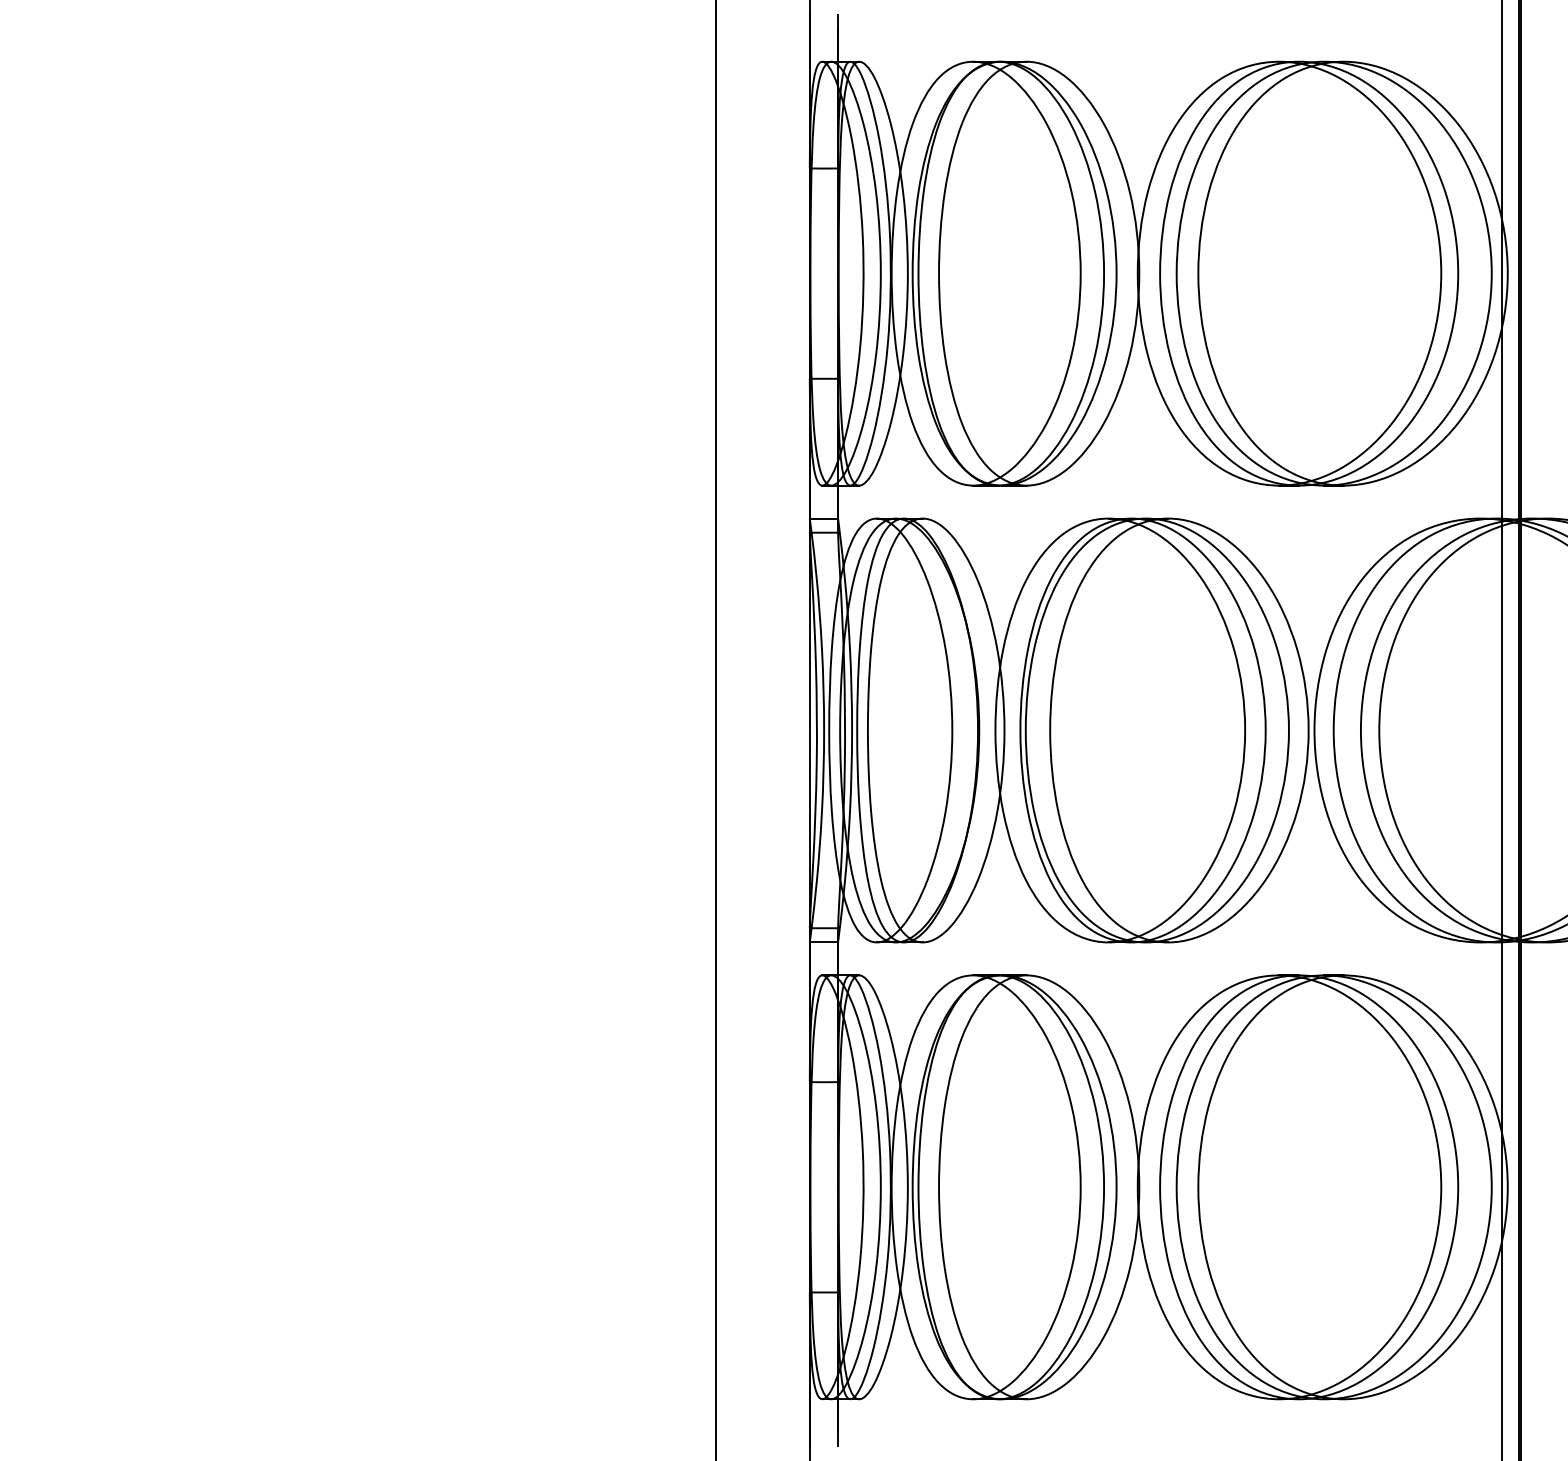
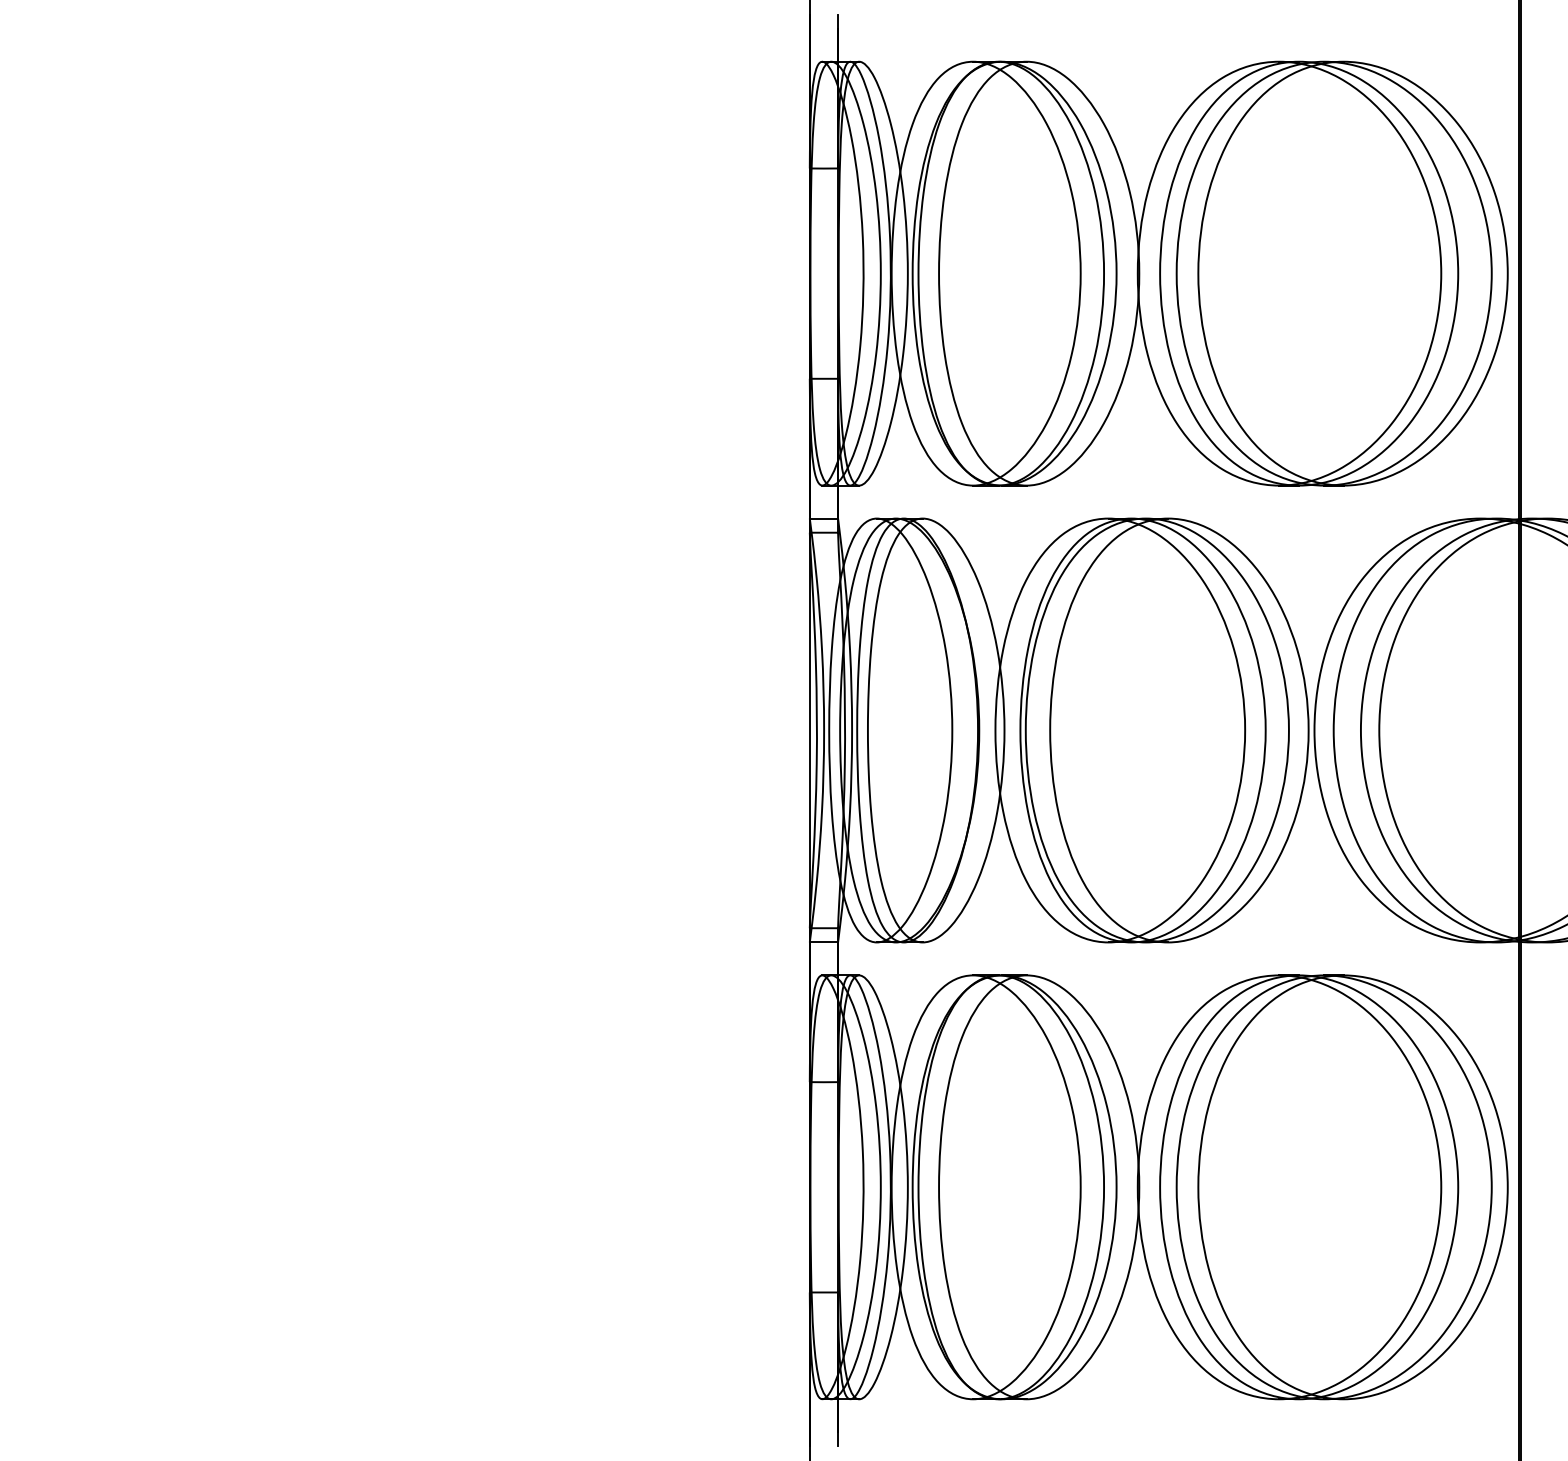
line at (715, 729): present -> none
line at (1502, 729): present -> none
